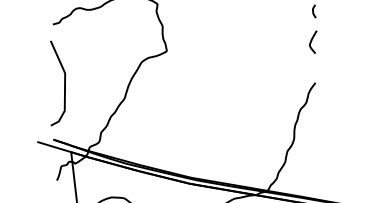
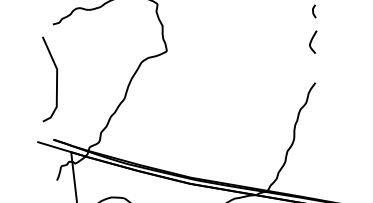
line at (64, 83) position: (64, 83) -> (56, 79)
